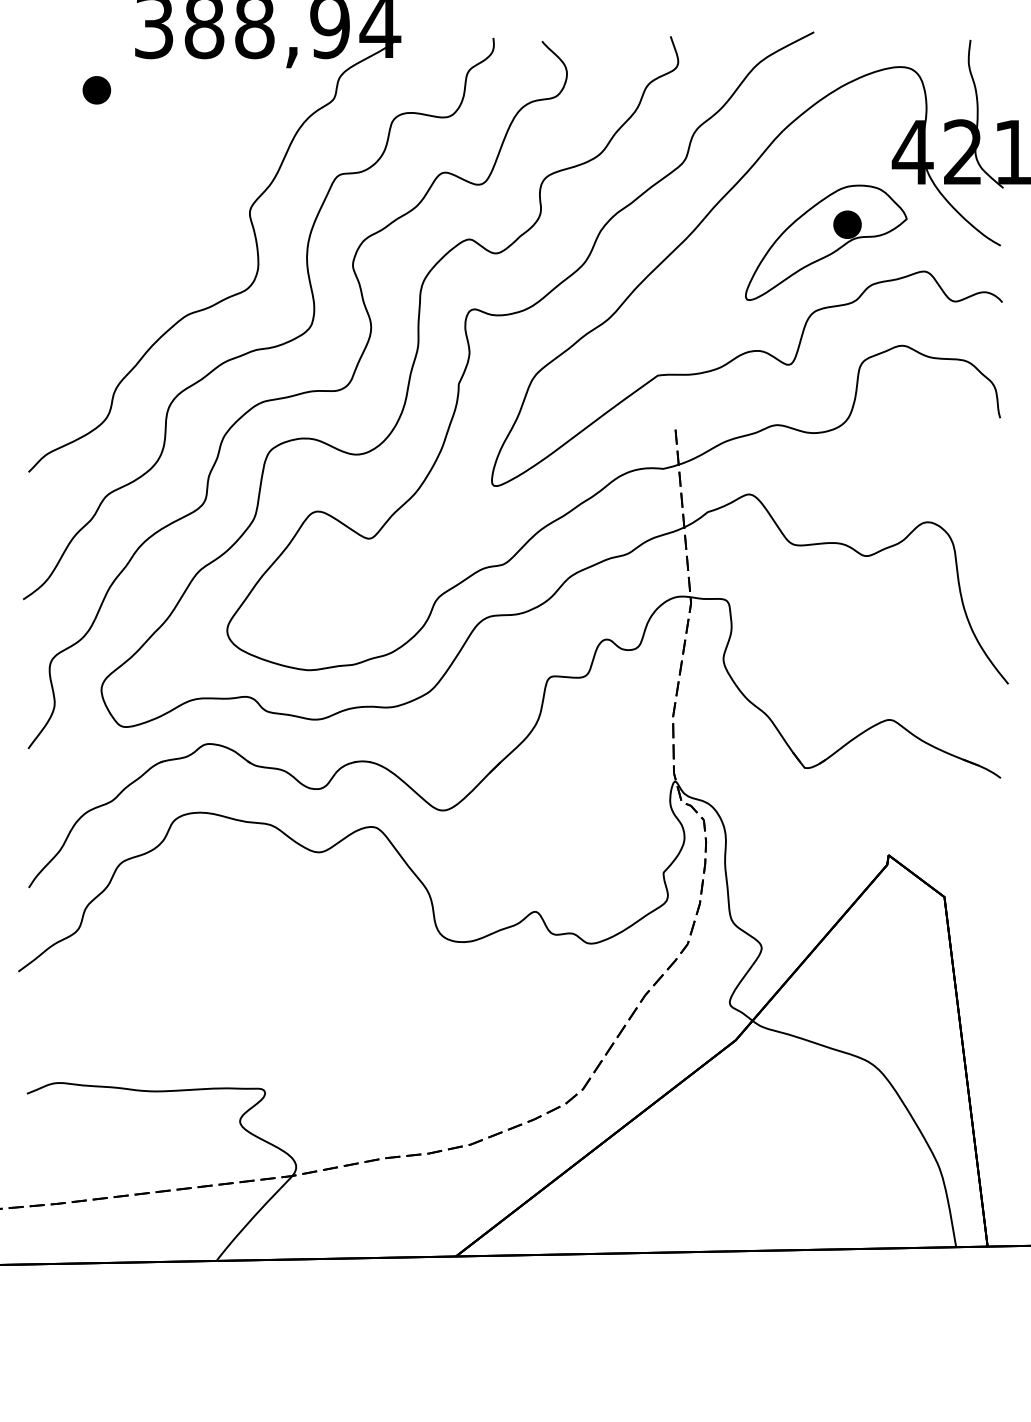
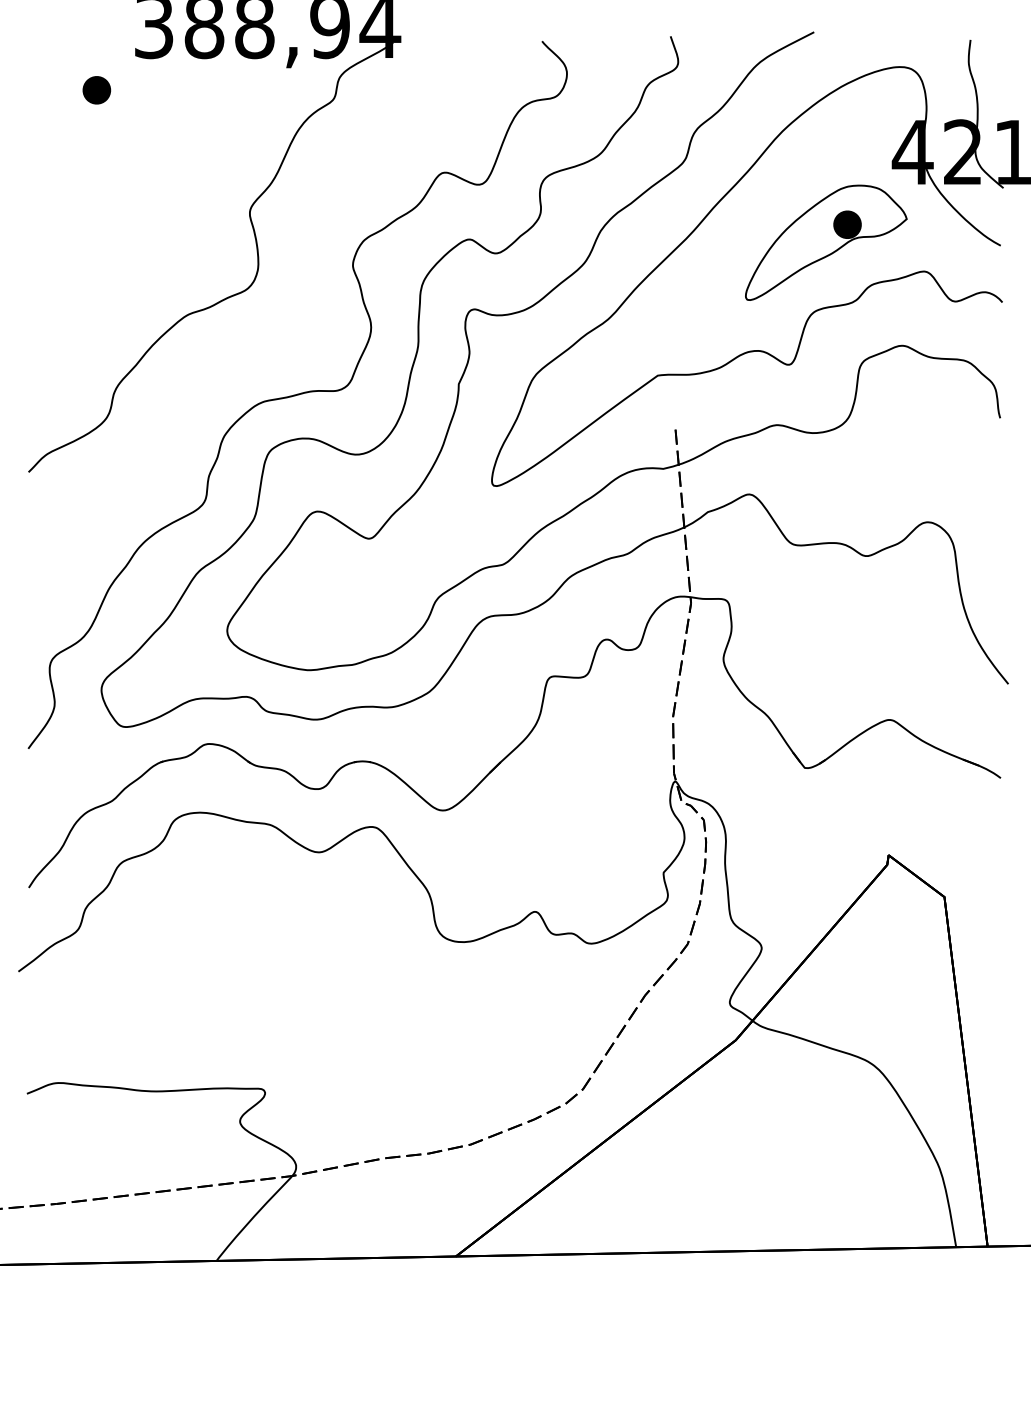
curve at (264, 347): present -> none
